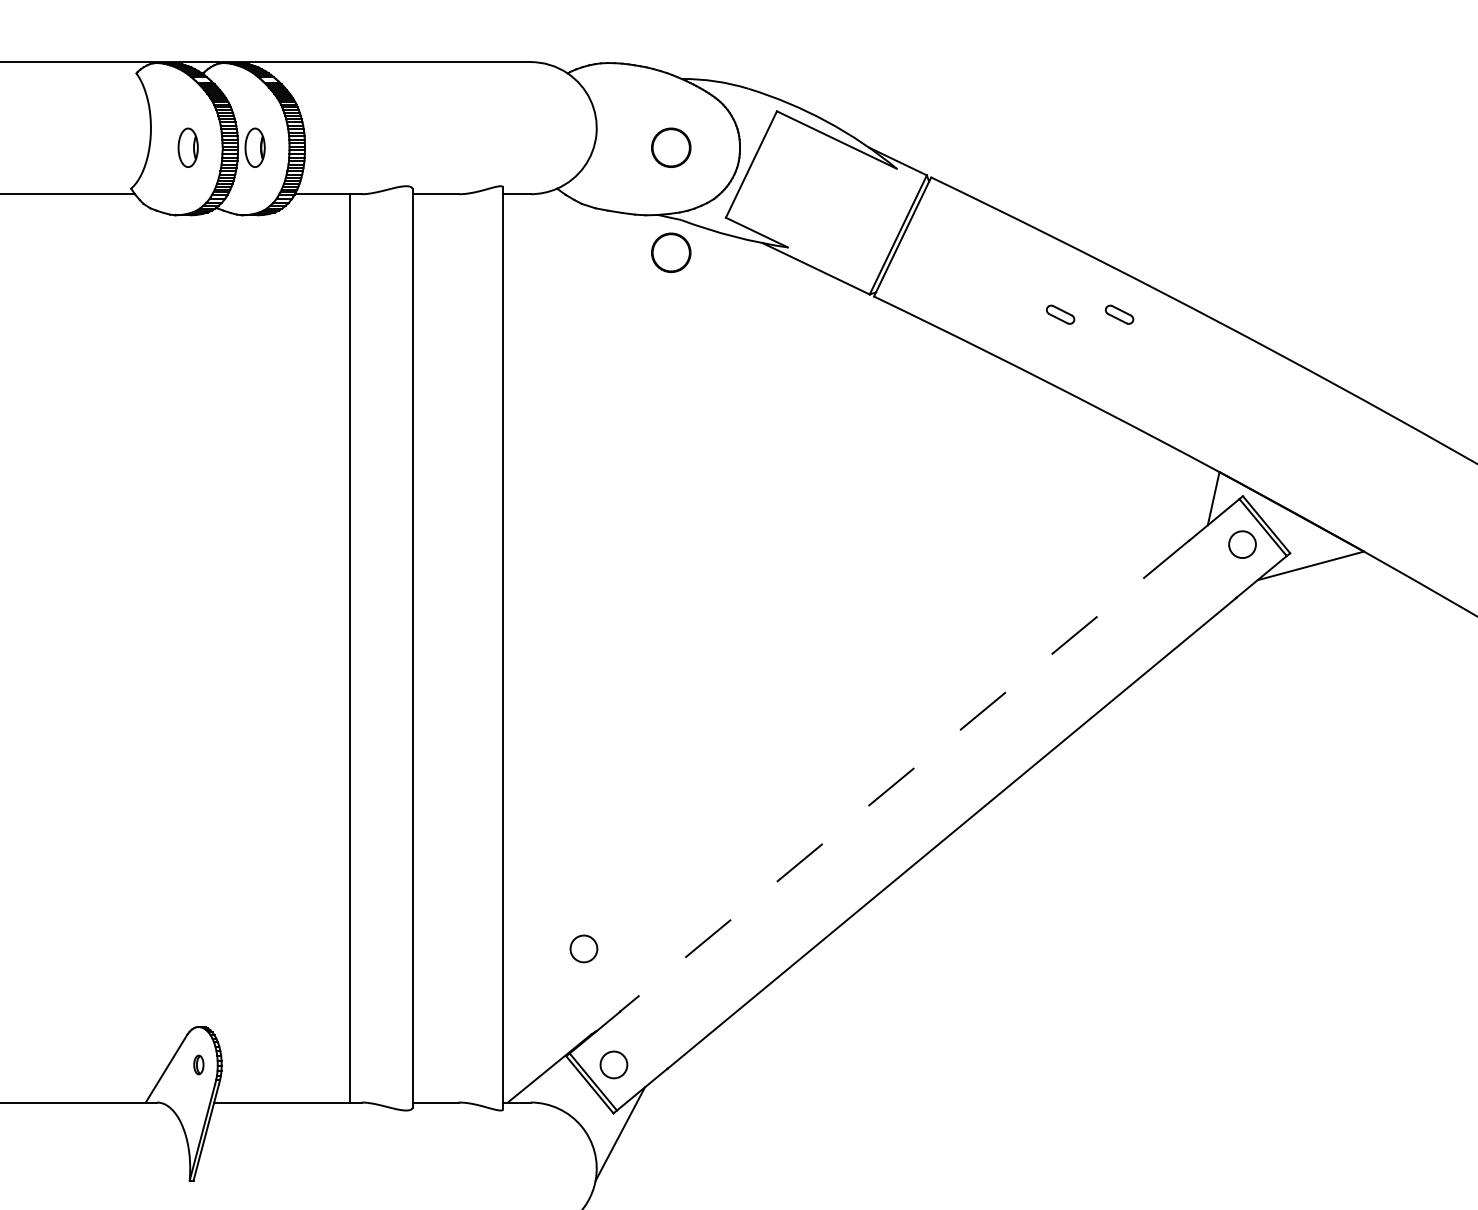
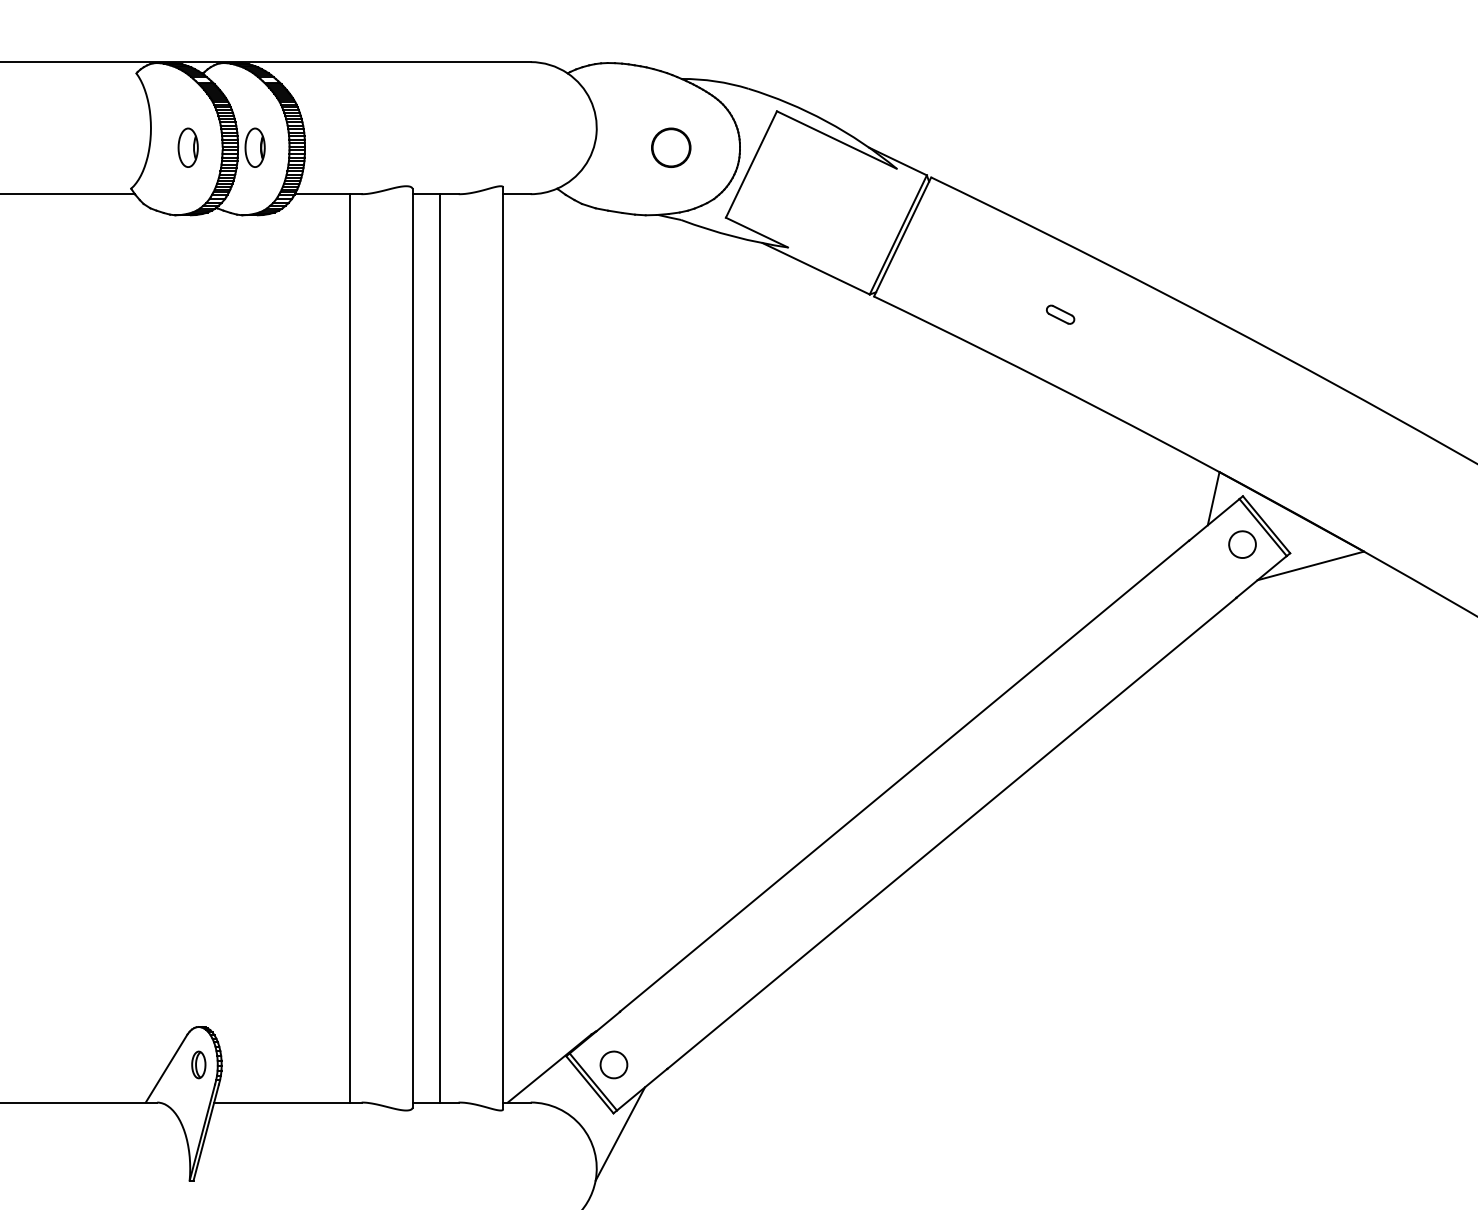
circle at (671, 252): present -> none
part at (1119, 314): present -> none
line at (440, 648): none -> present
line at (904, 776): dashed -> solid
part at (583, 948): present -> none
part at (198, 1064) size: 12x22 px -> 16x30 px
